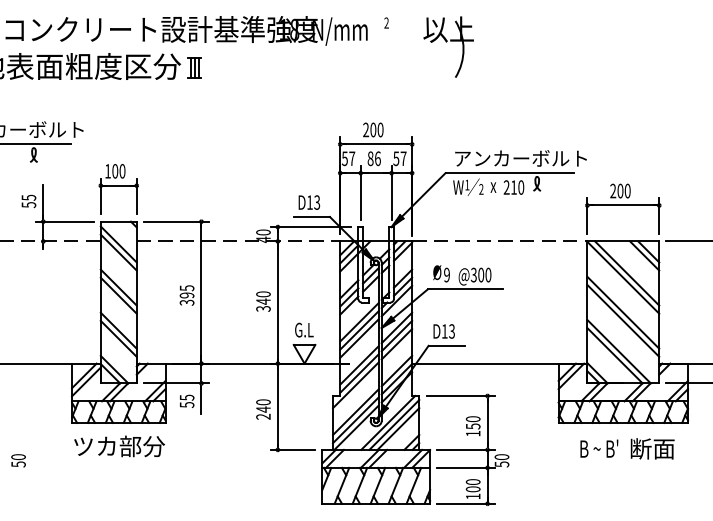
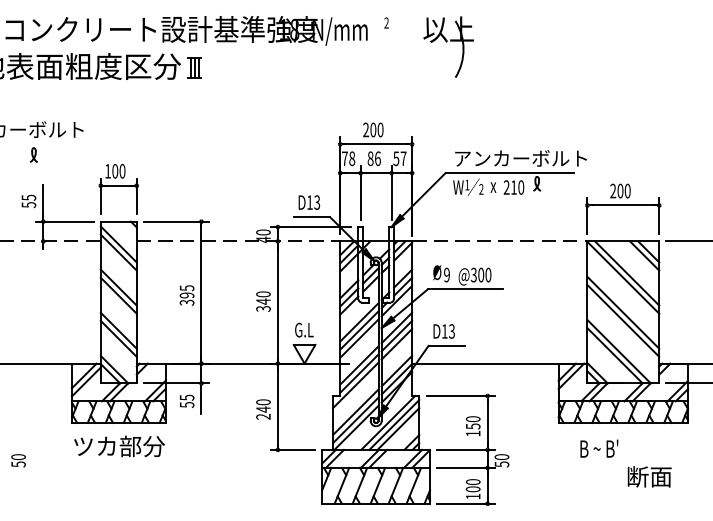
line at (36, 144): present -> none
text at (348, 158): 57 -> 78
text at (652, 448) position: (652, 448) -> (649, 476)
